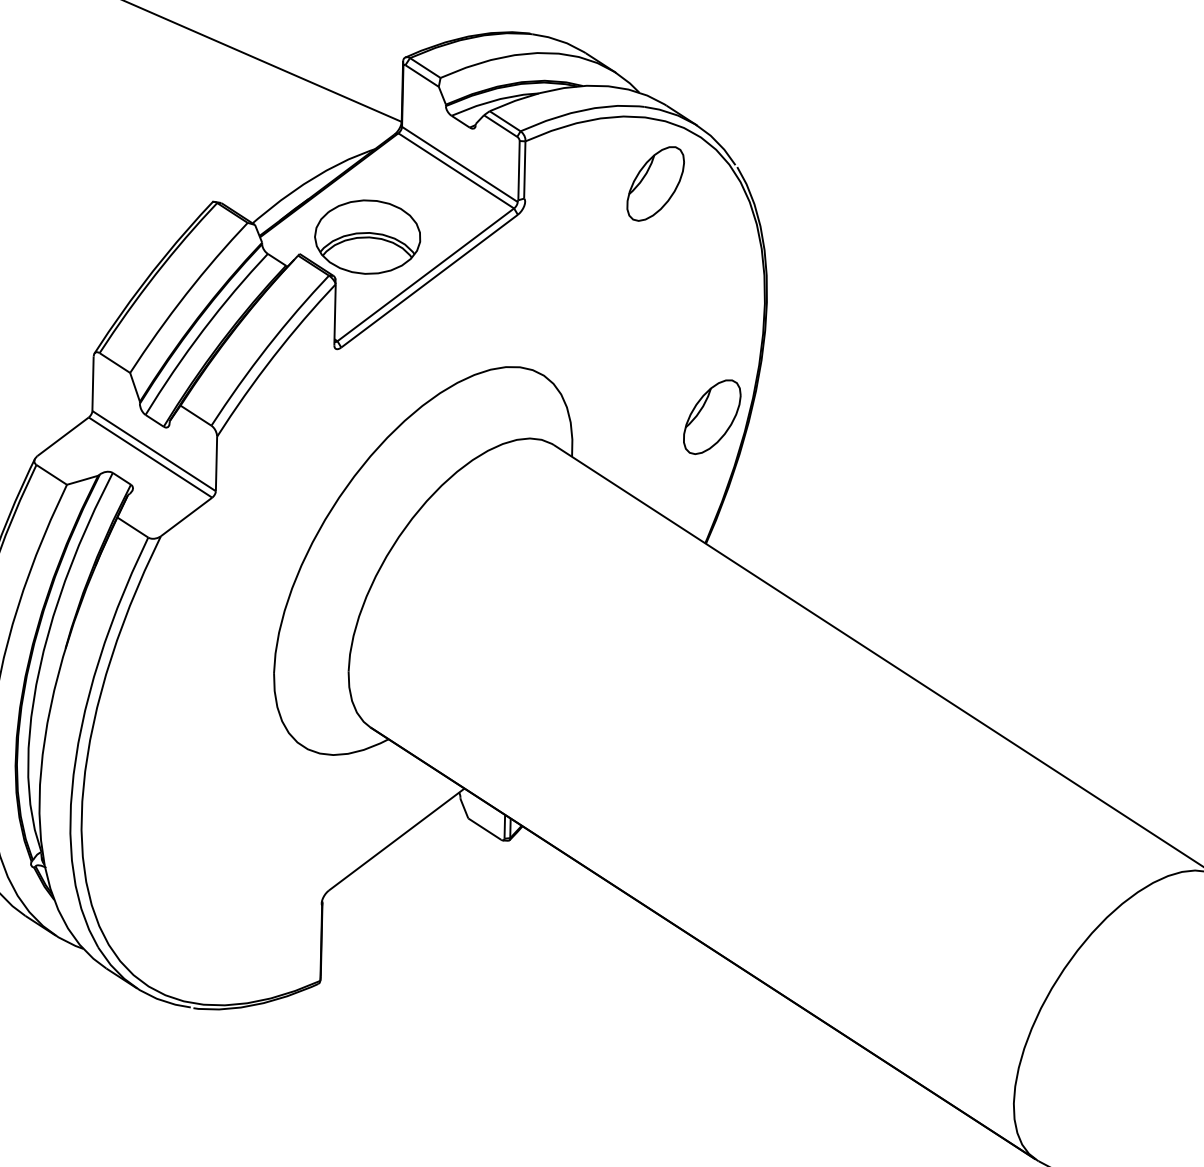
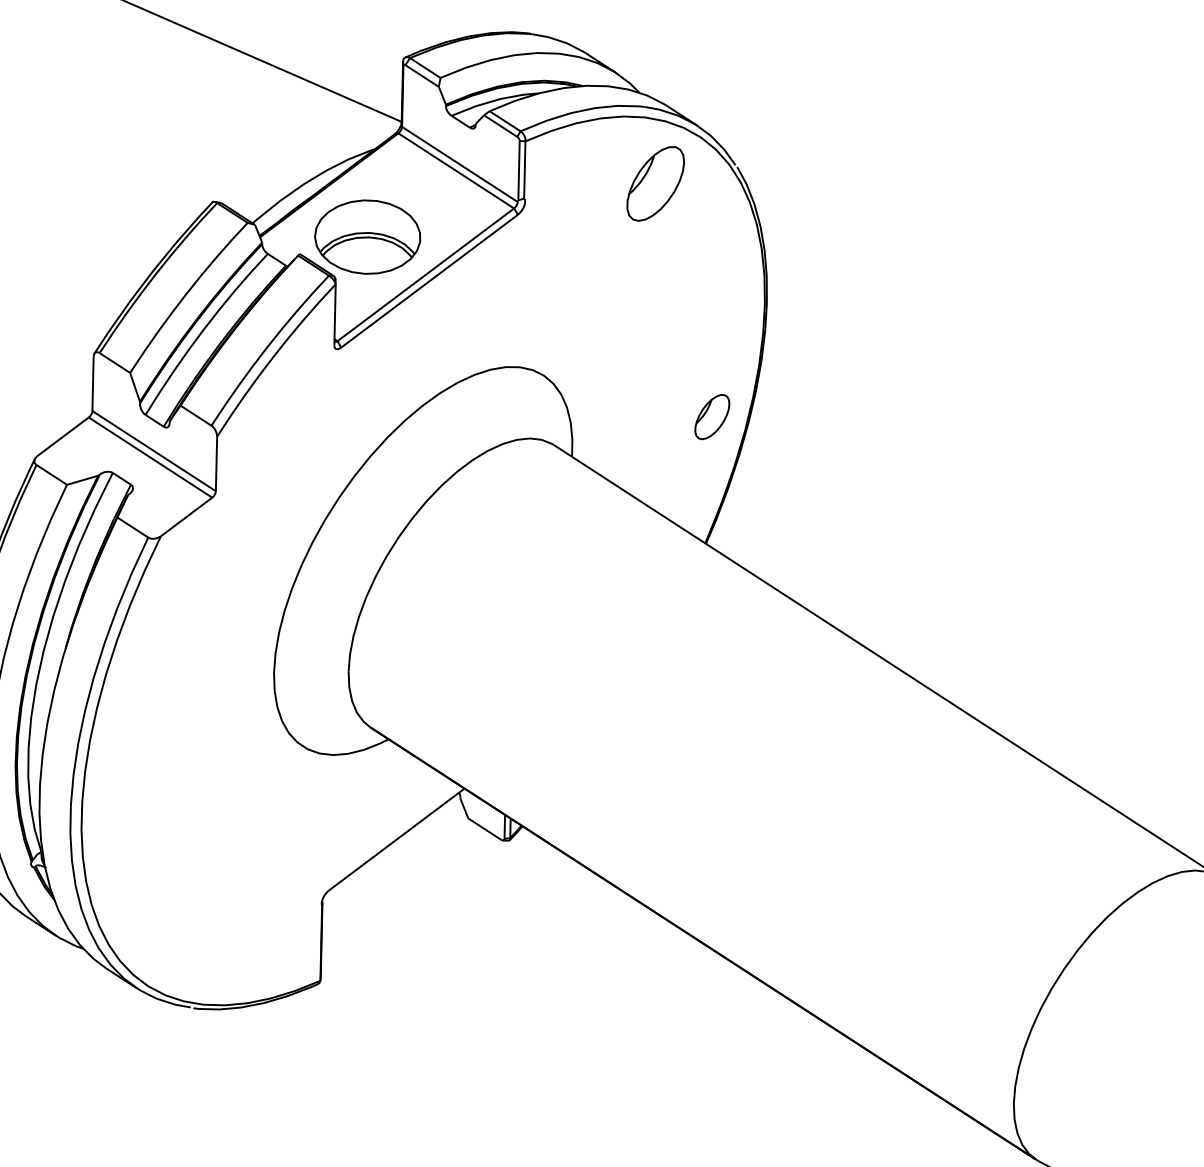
part at (712, 416) size: 59x76 px -> 37x47 px
